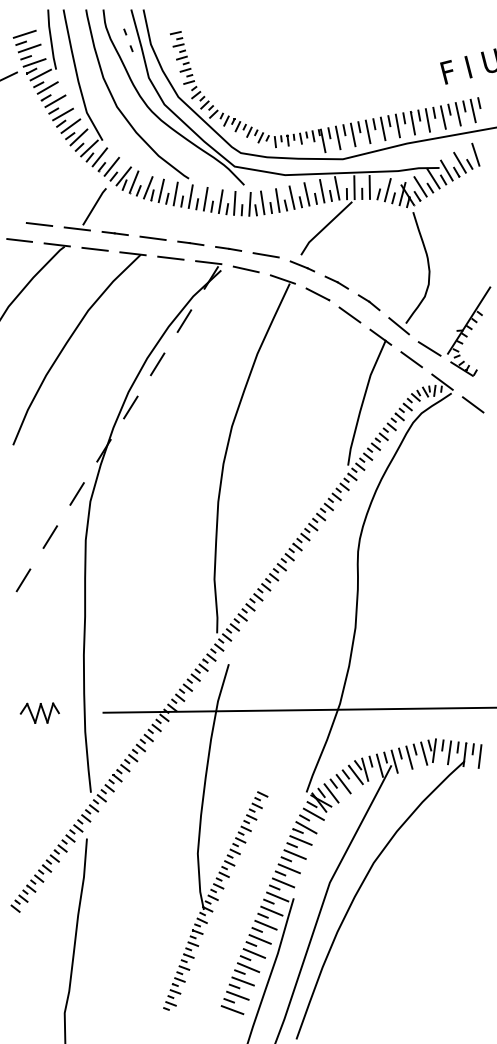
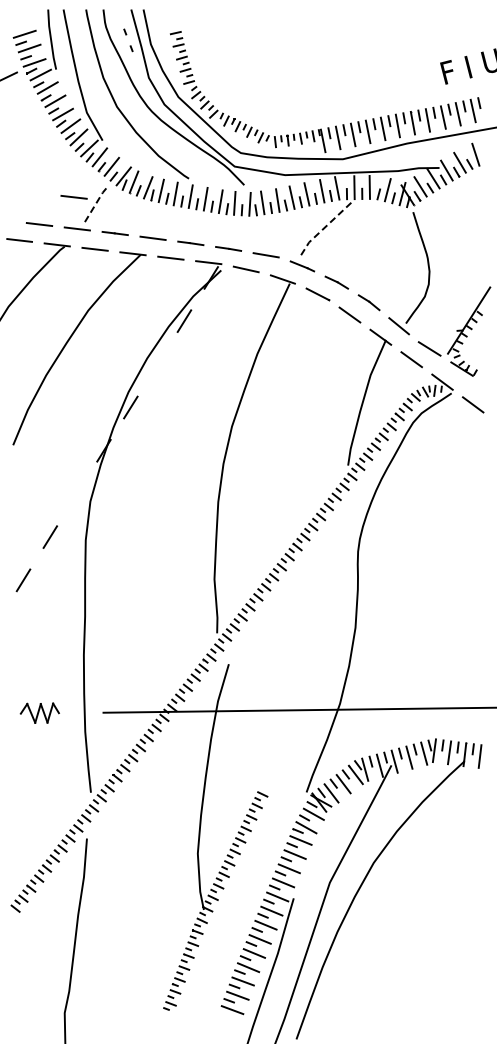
line at (73, 197): none -> present
line at (94, 206): solid -> dashed
line at (324, 227): solid -> dashed
line at (157, 364): present -> none
line at (76, 493): present -> none
